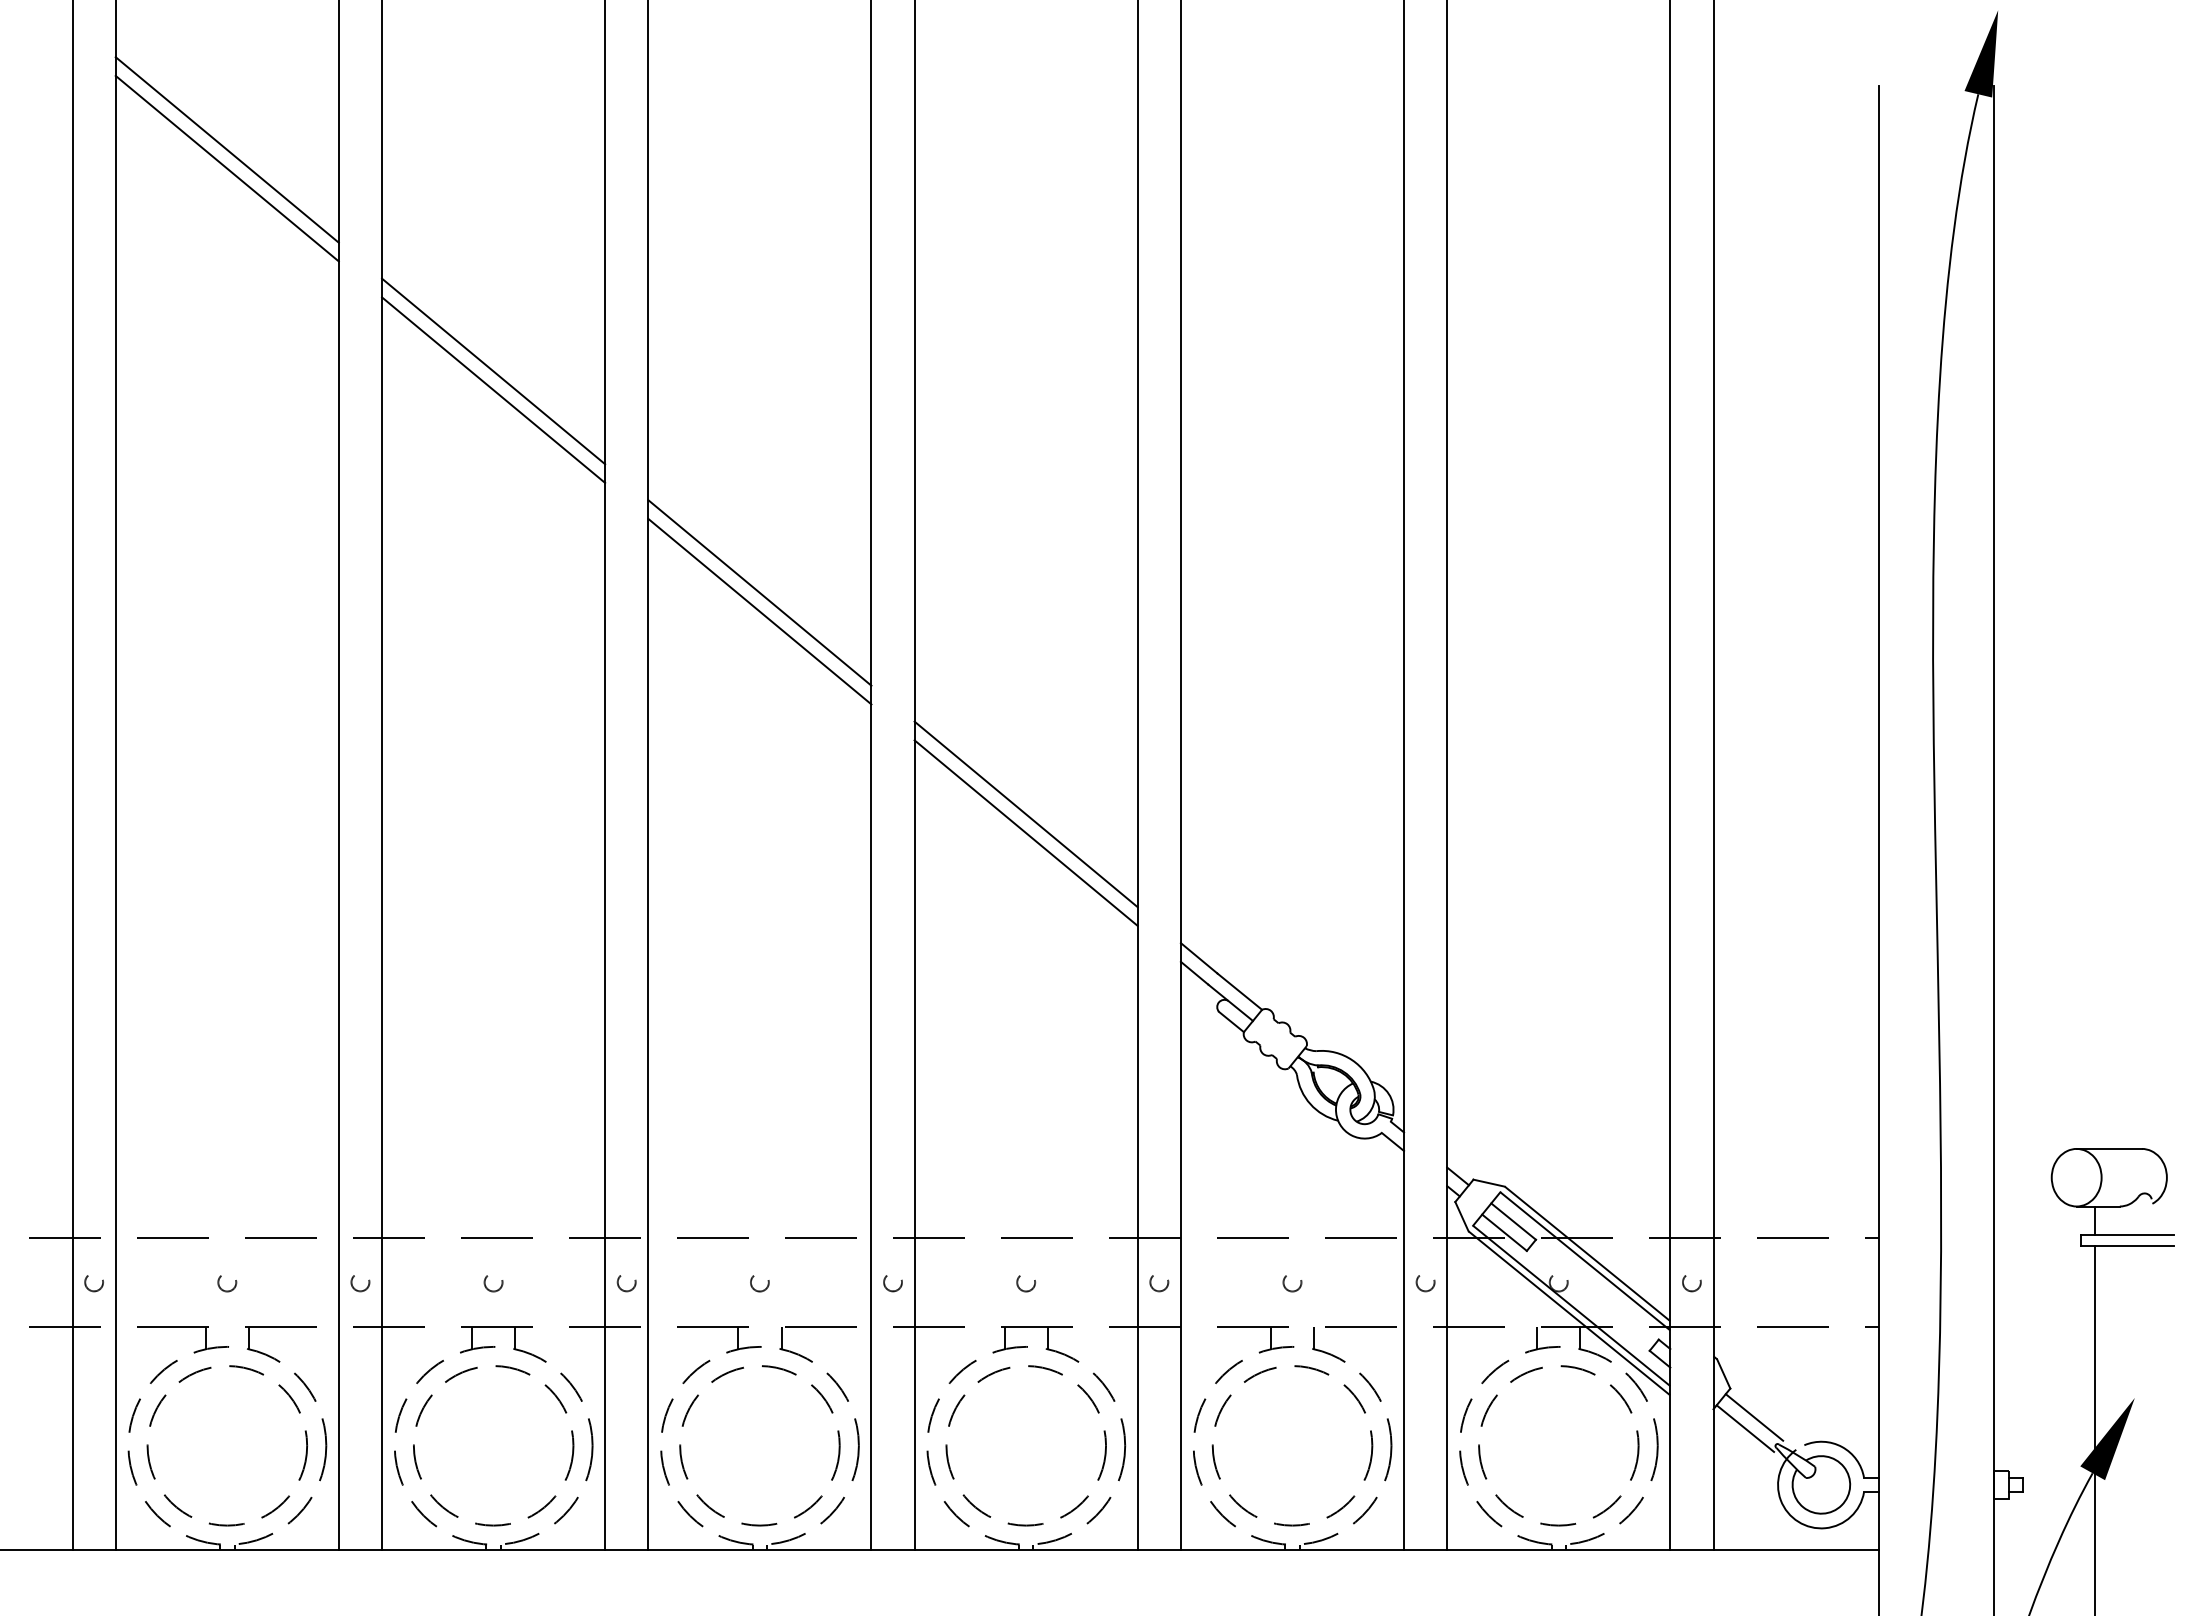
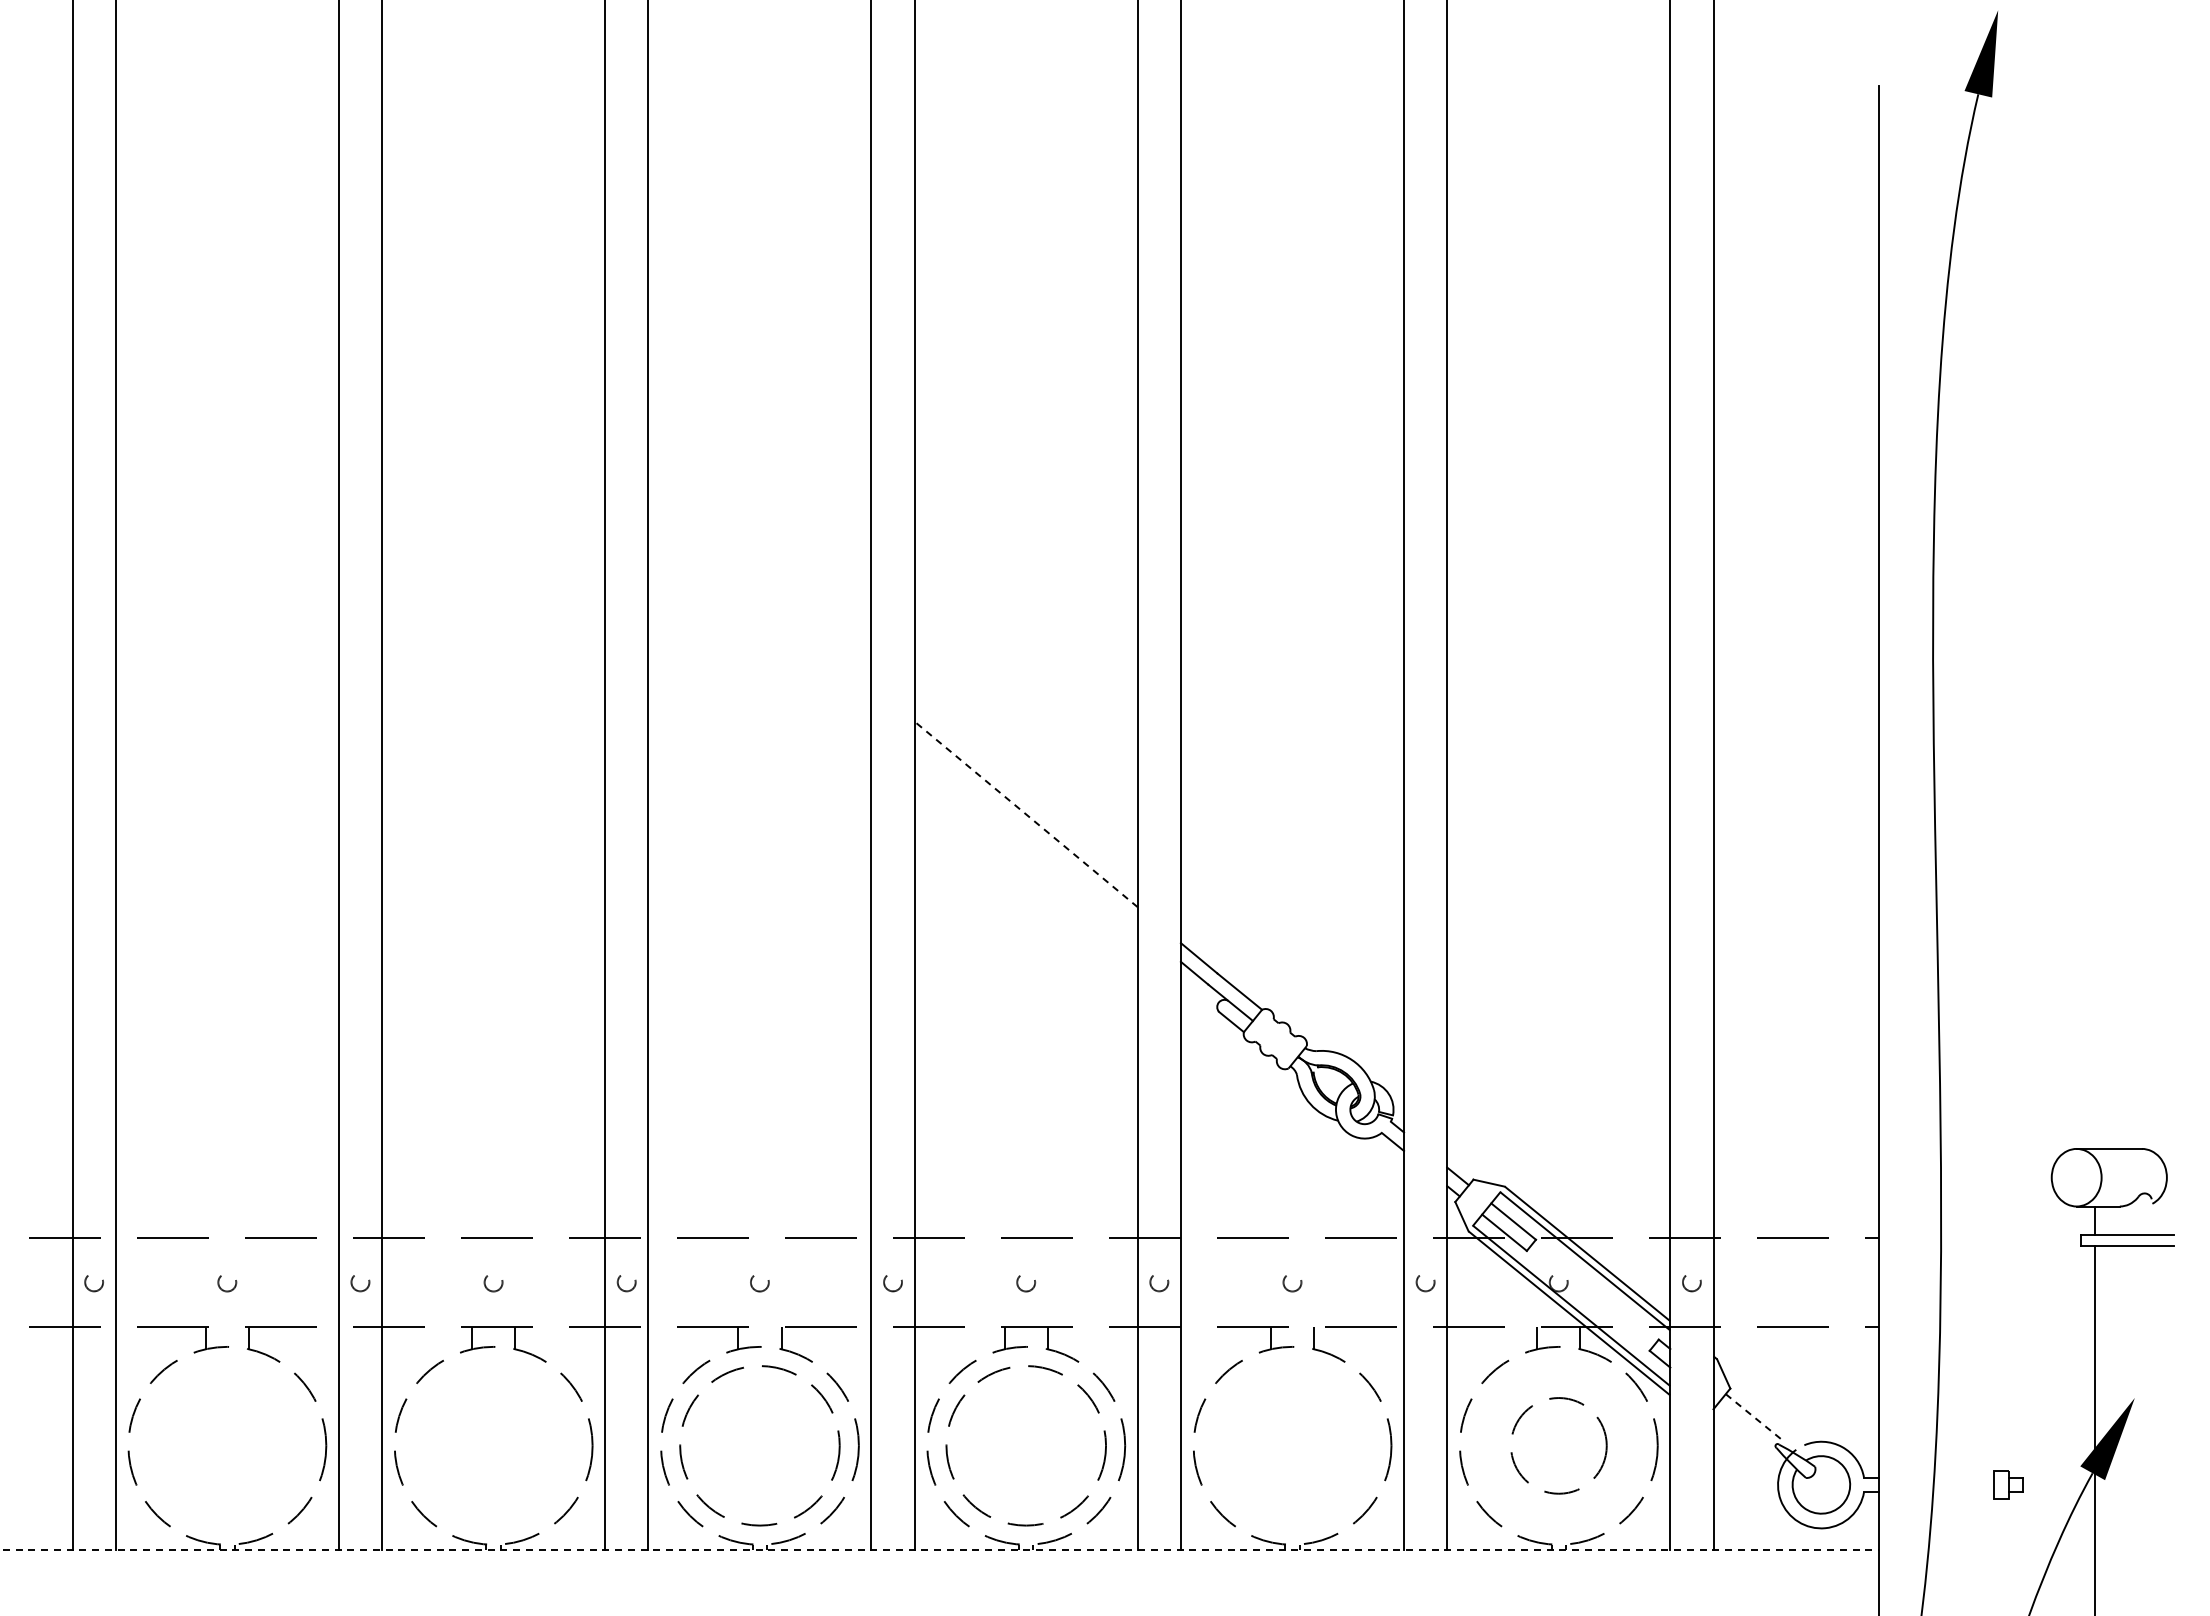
line at (226, 149): present -> none
line at (226, 168): present -> none
line at (493, 371): present -> none
line at (493, 389): present -> none
line at (759, 592): present -> none
line at (759, 611): present -> none
line at (1025, 814): solid -> dashed
line at (1025, 832): present -> none
line at (1994, 849): present -> none
line at (1754, 1417): solid -> dashed
line at (1745, 1428): present -> none
circle at (226, 1445): present -> none
circle at (493, 1445): present -> none
circle at (1292, 1445): present -> none
circle at (1558, 1445) size: 162x162 px -> 98x98 px
line at (940, 1549): solid -> dashed
